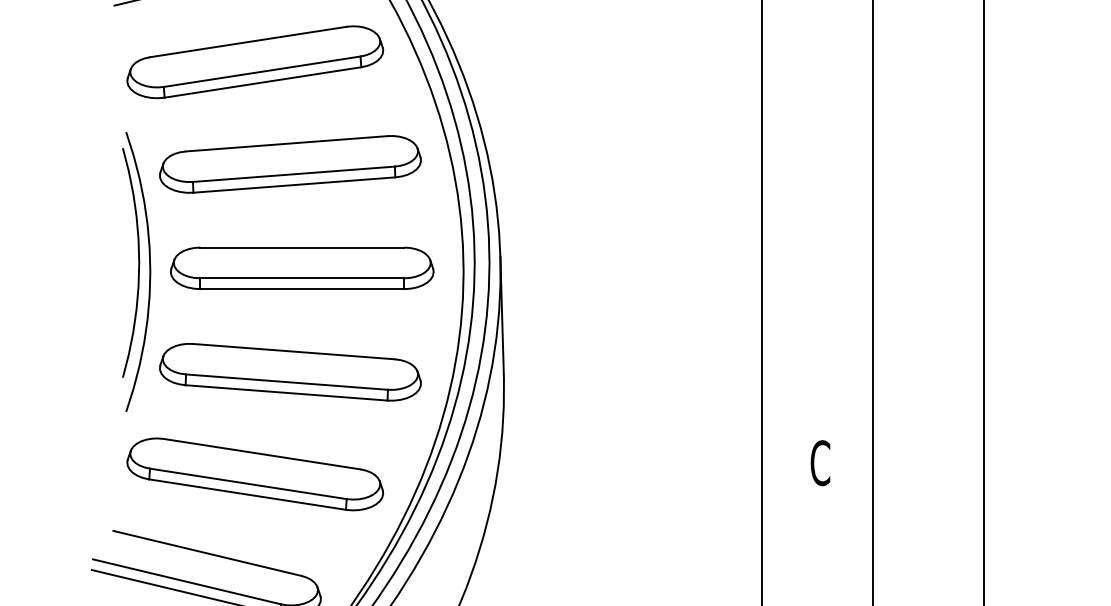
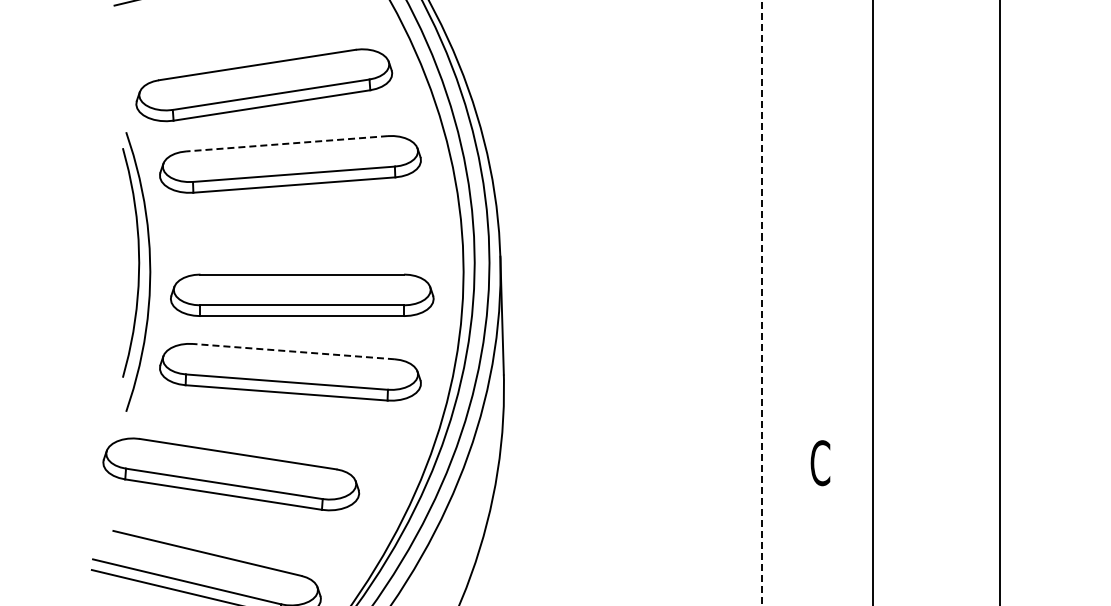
part at (255, 62) position: (255, 62) -> (264, 85)
line at (286, 143): solid -> dashed
part at (302, 267) position: (302, 267) -> (302, 294)
line at (761, 302): solid -> dashed
line at (983, 302) position: (983, 302) -> (999, 302)
line at (293, 351): solid -> dashed
part at (255, 474) position: (255, 474) -> (231, 474)
